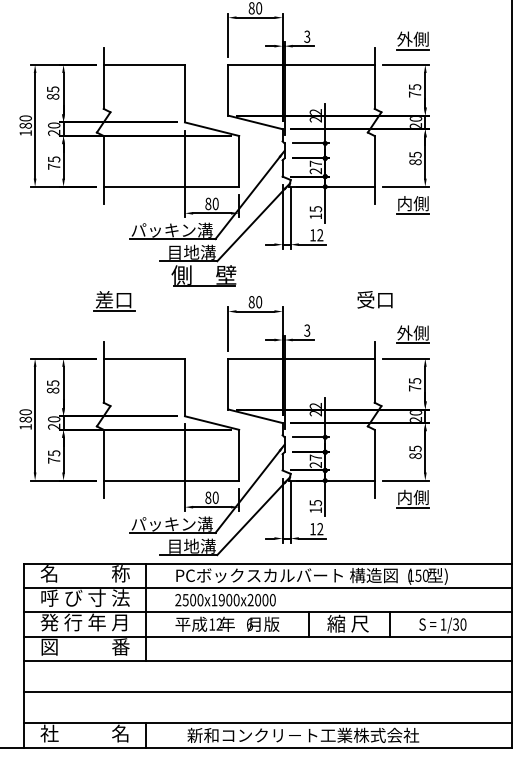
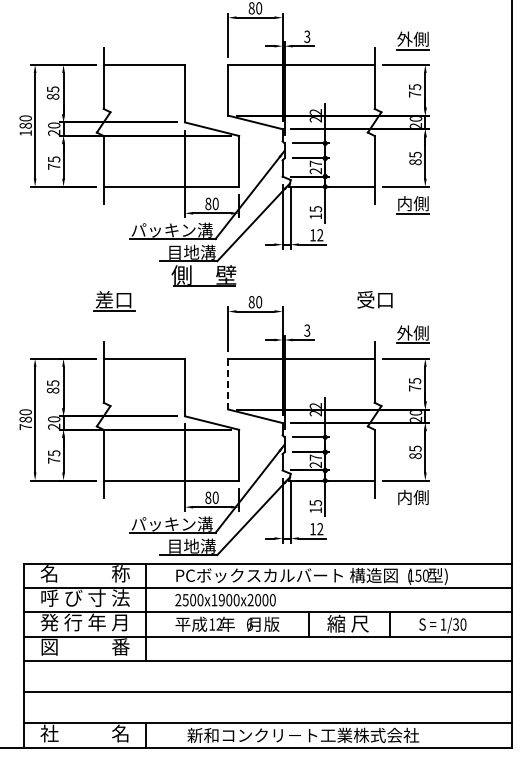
line at (228, 384): solid -> dashed
text at (25, 427): 180 -> 780
line at (412, 507): present -> none
